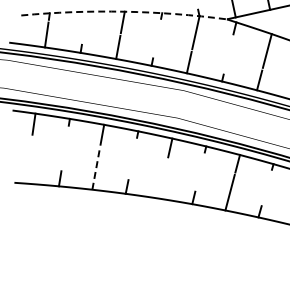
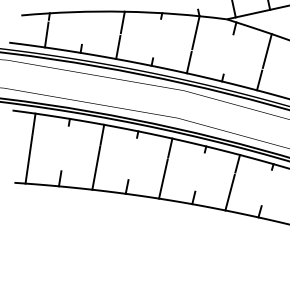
arc at (124, 11): dashed -> solid
line at (28, 159): none -> present
line at (96, 168): dashed -> solid
line at (163, 178): none -> present
